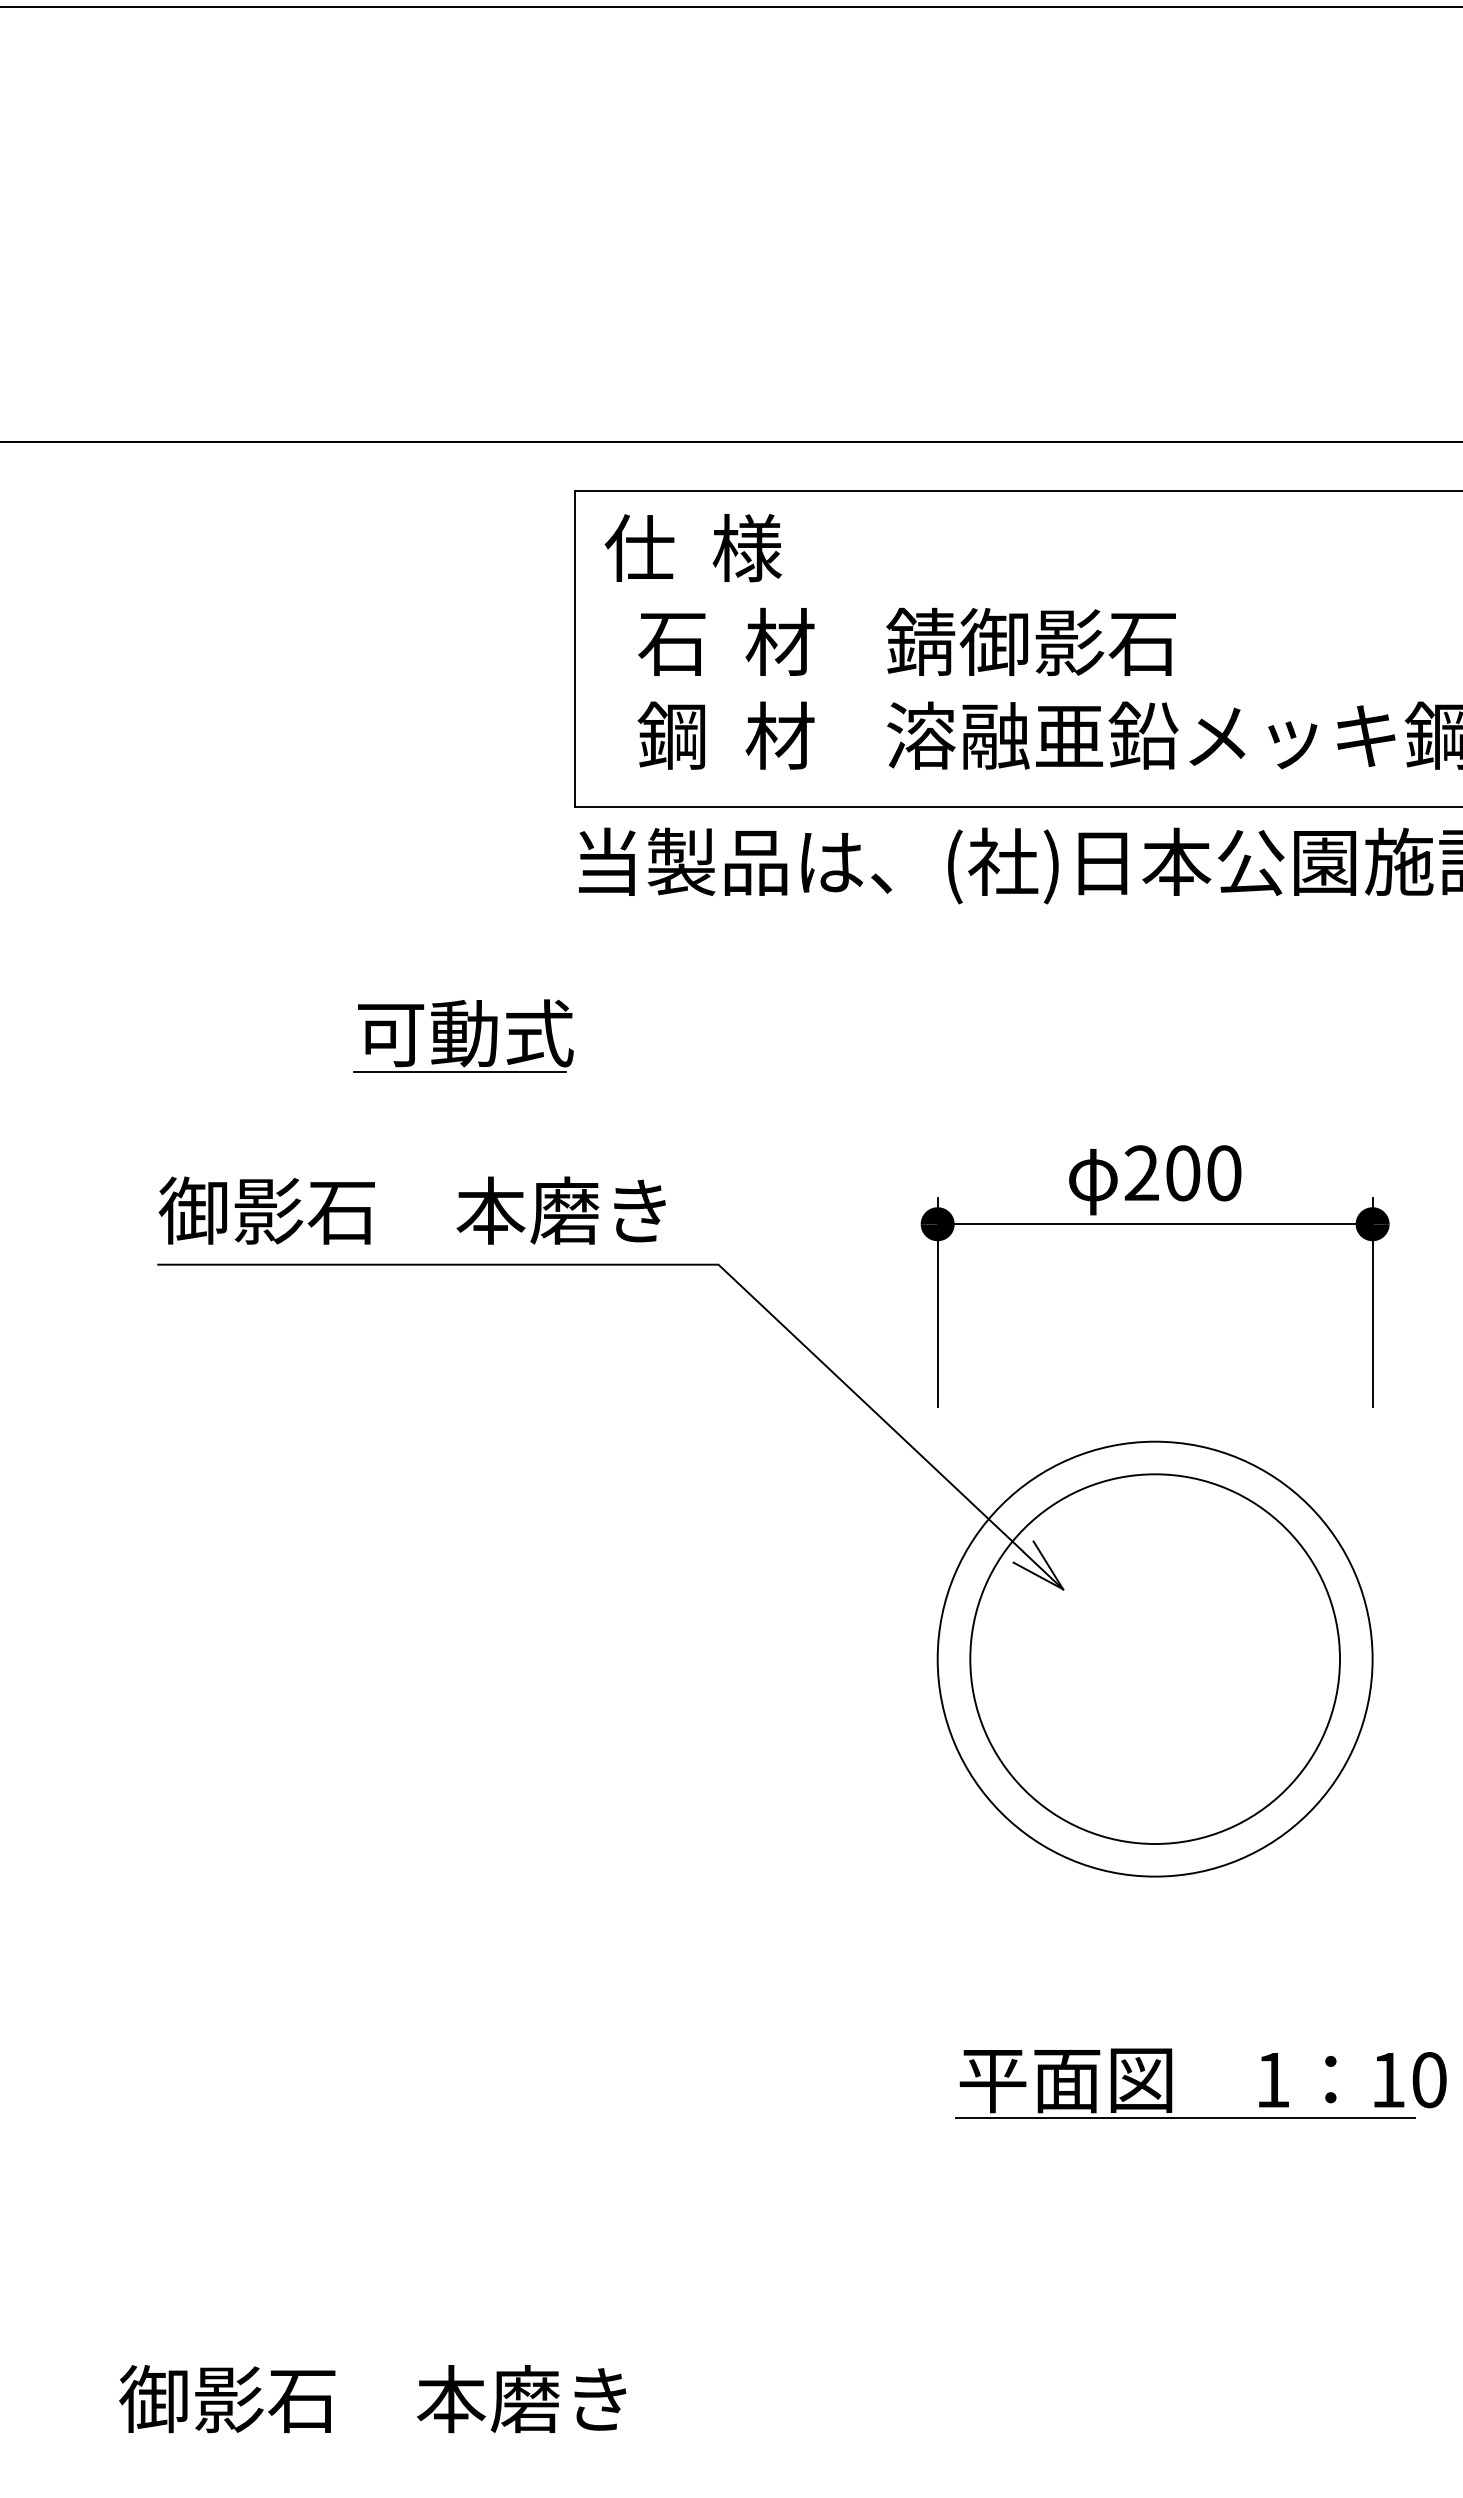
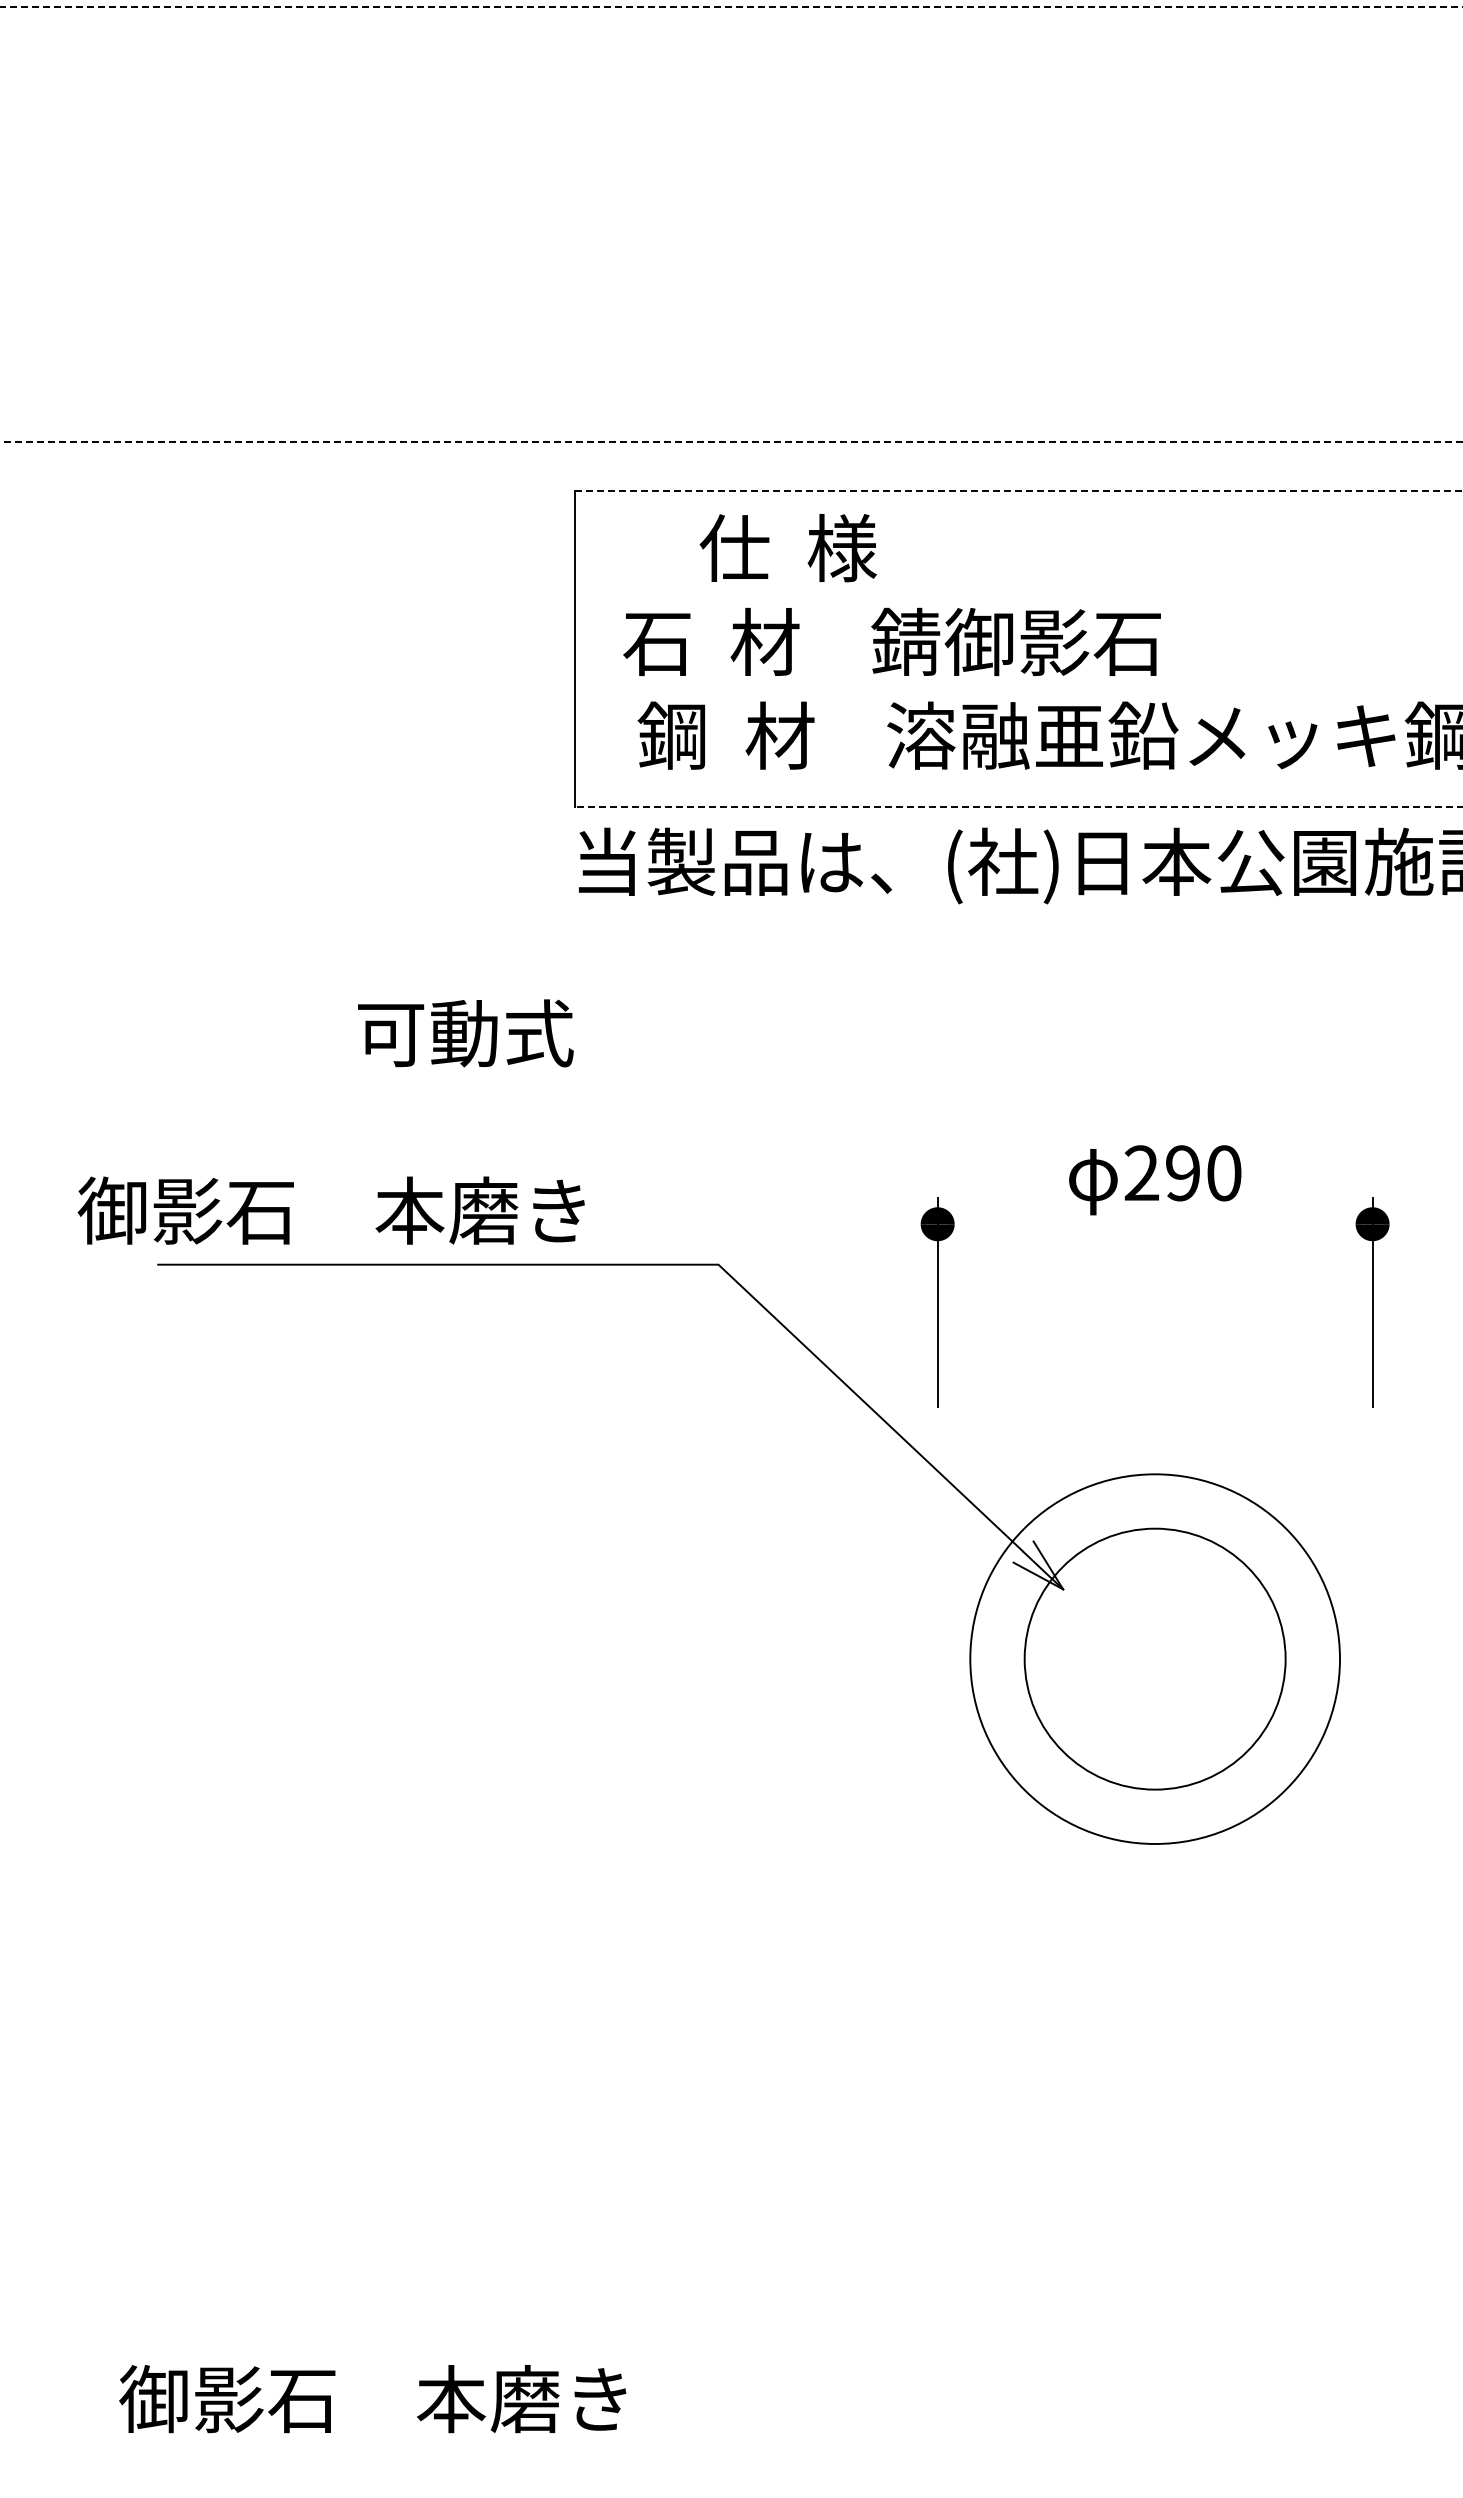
line at (731, 6): solid -> dashed
line at (730, 441): solid -> dashed
line at (1018, 491): solid -> dashed
text at (693, 548) position: (693, 548) -> (788, 548)
text at (906, 641) position: (906, 641) -> (891, 641)
line at (1018, 806): solid -> dashed
line at (459, 1072): present -> none
text at (1183, 1173): 200 -> 290
text at (411, 1210) position: (411, 1210) -> (330, 1210)
line at (1154, 1224): present -> none
circle at (1154, 1658) diameter: 435 px -> 261 px
part at (1172, 2083): present -> none
